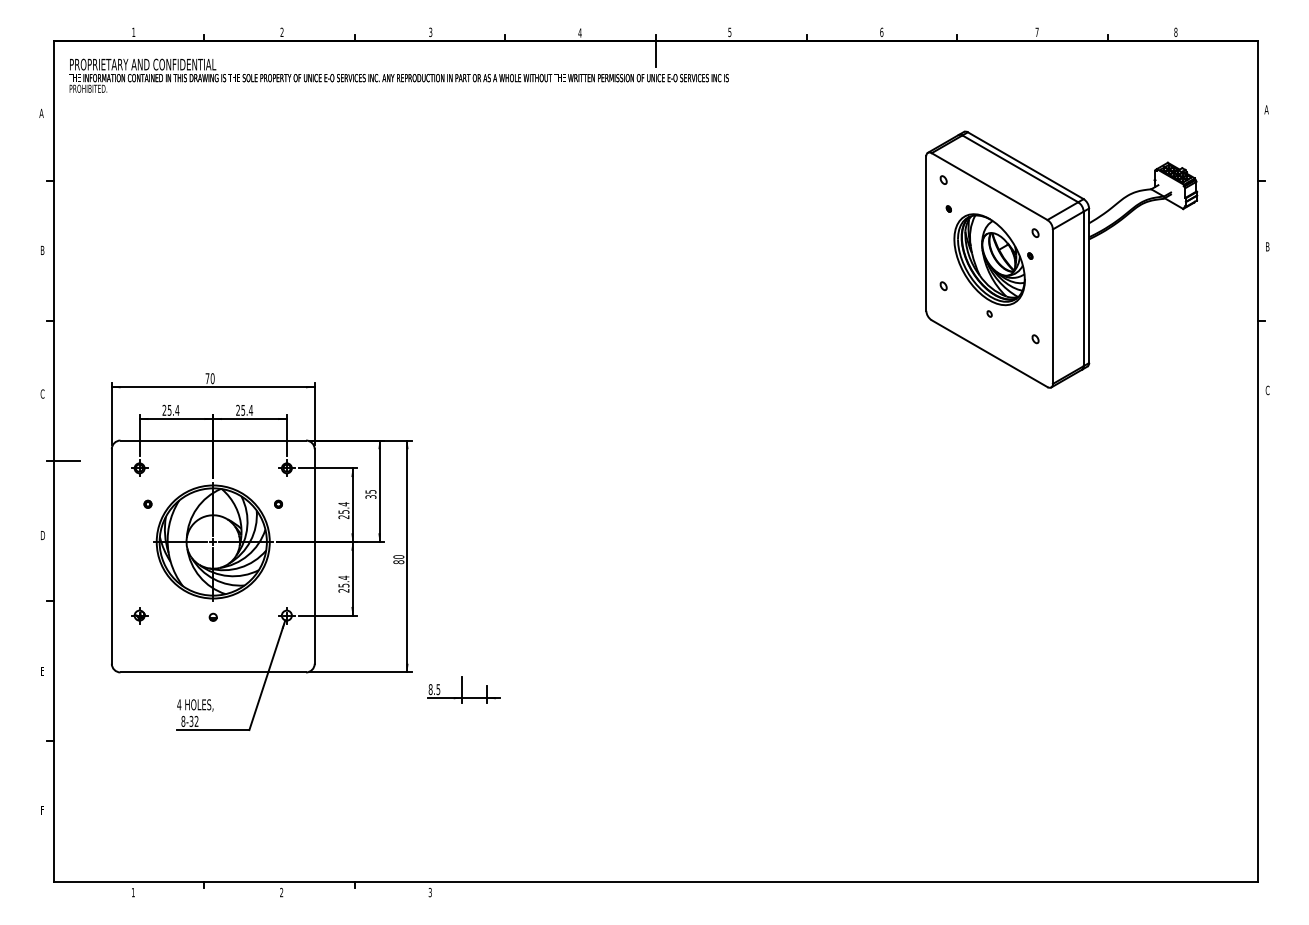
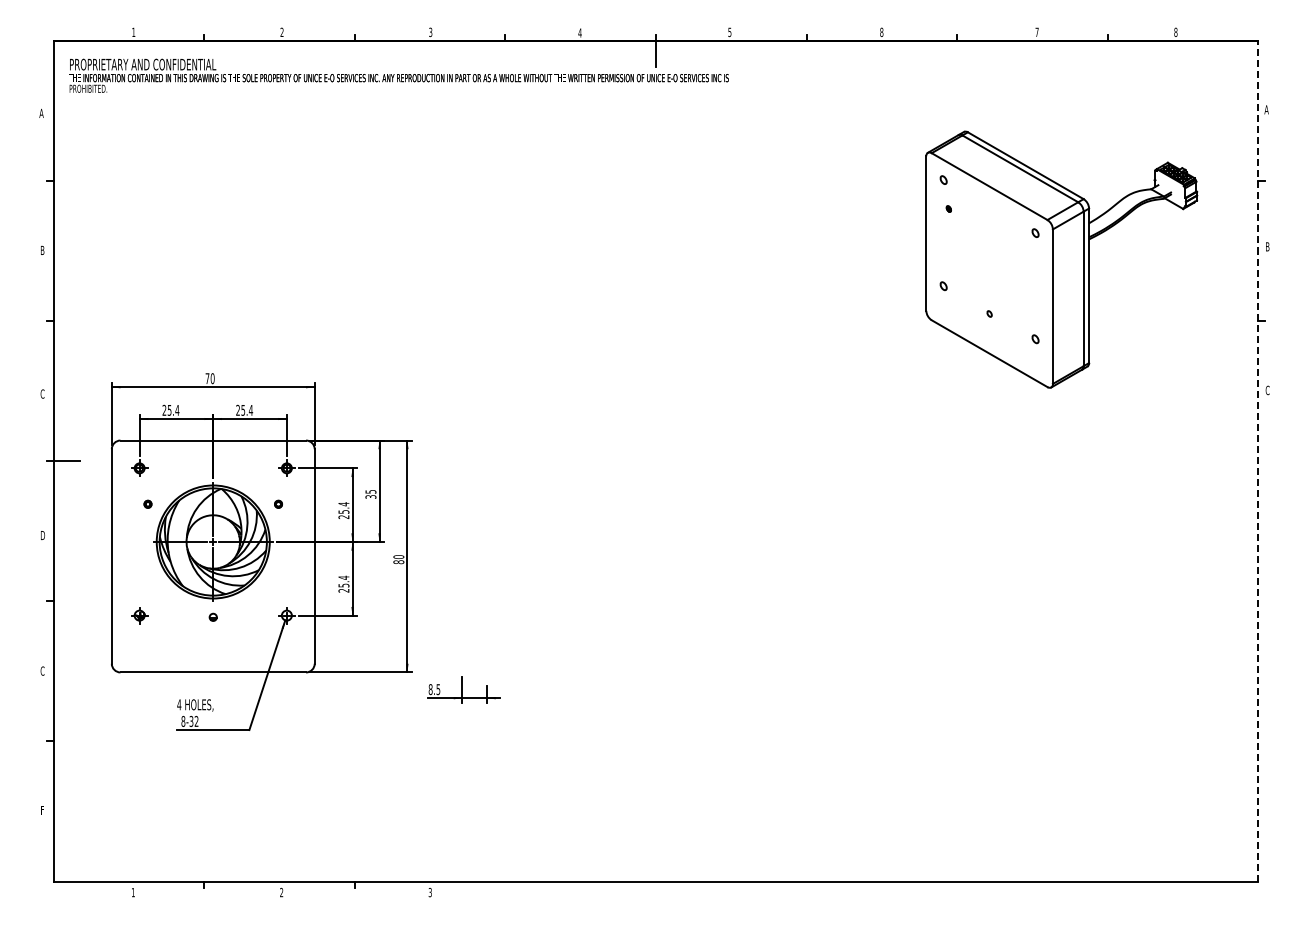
text at (881, 31): 6 -> 8
part at (993, 259): present -> none
line at (1258, 460): solid -> dashed
text at (42, 670): E -> C
